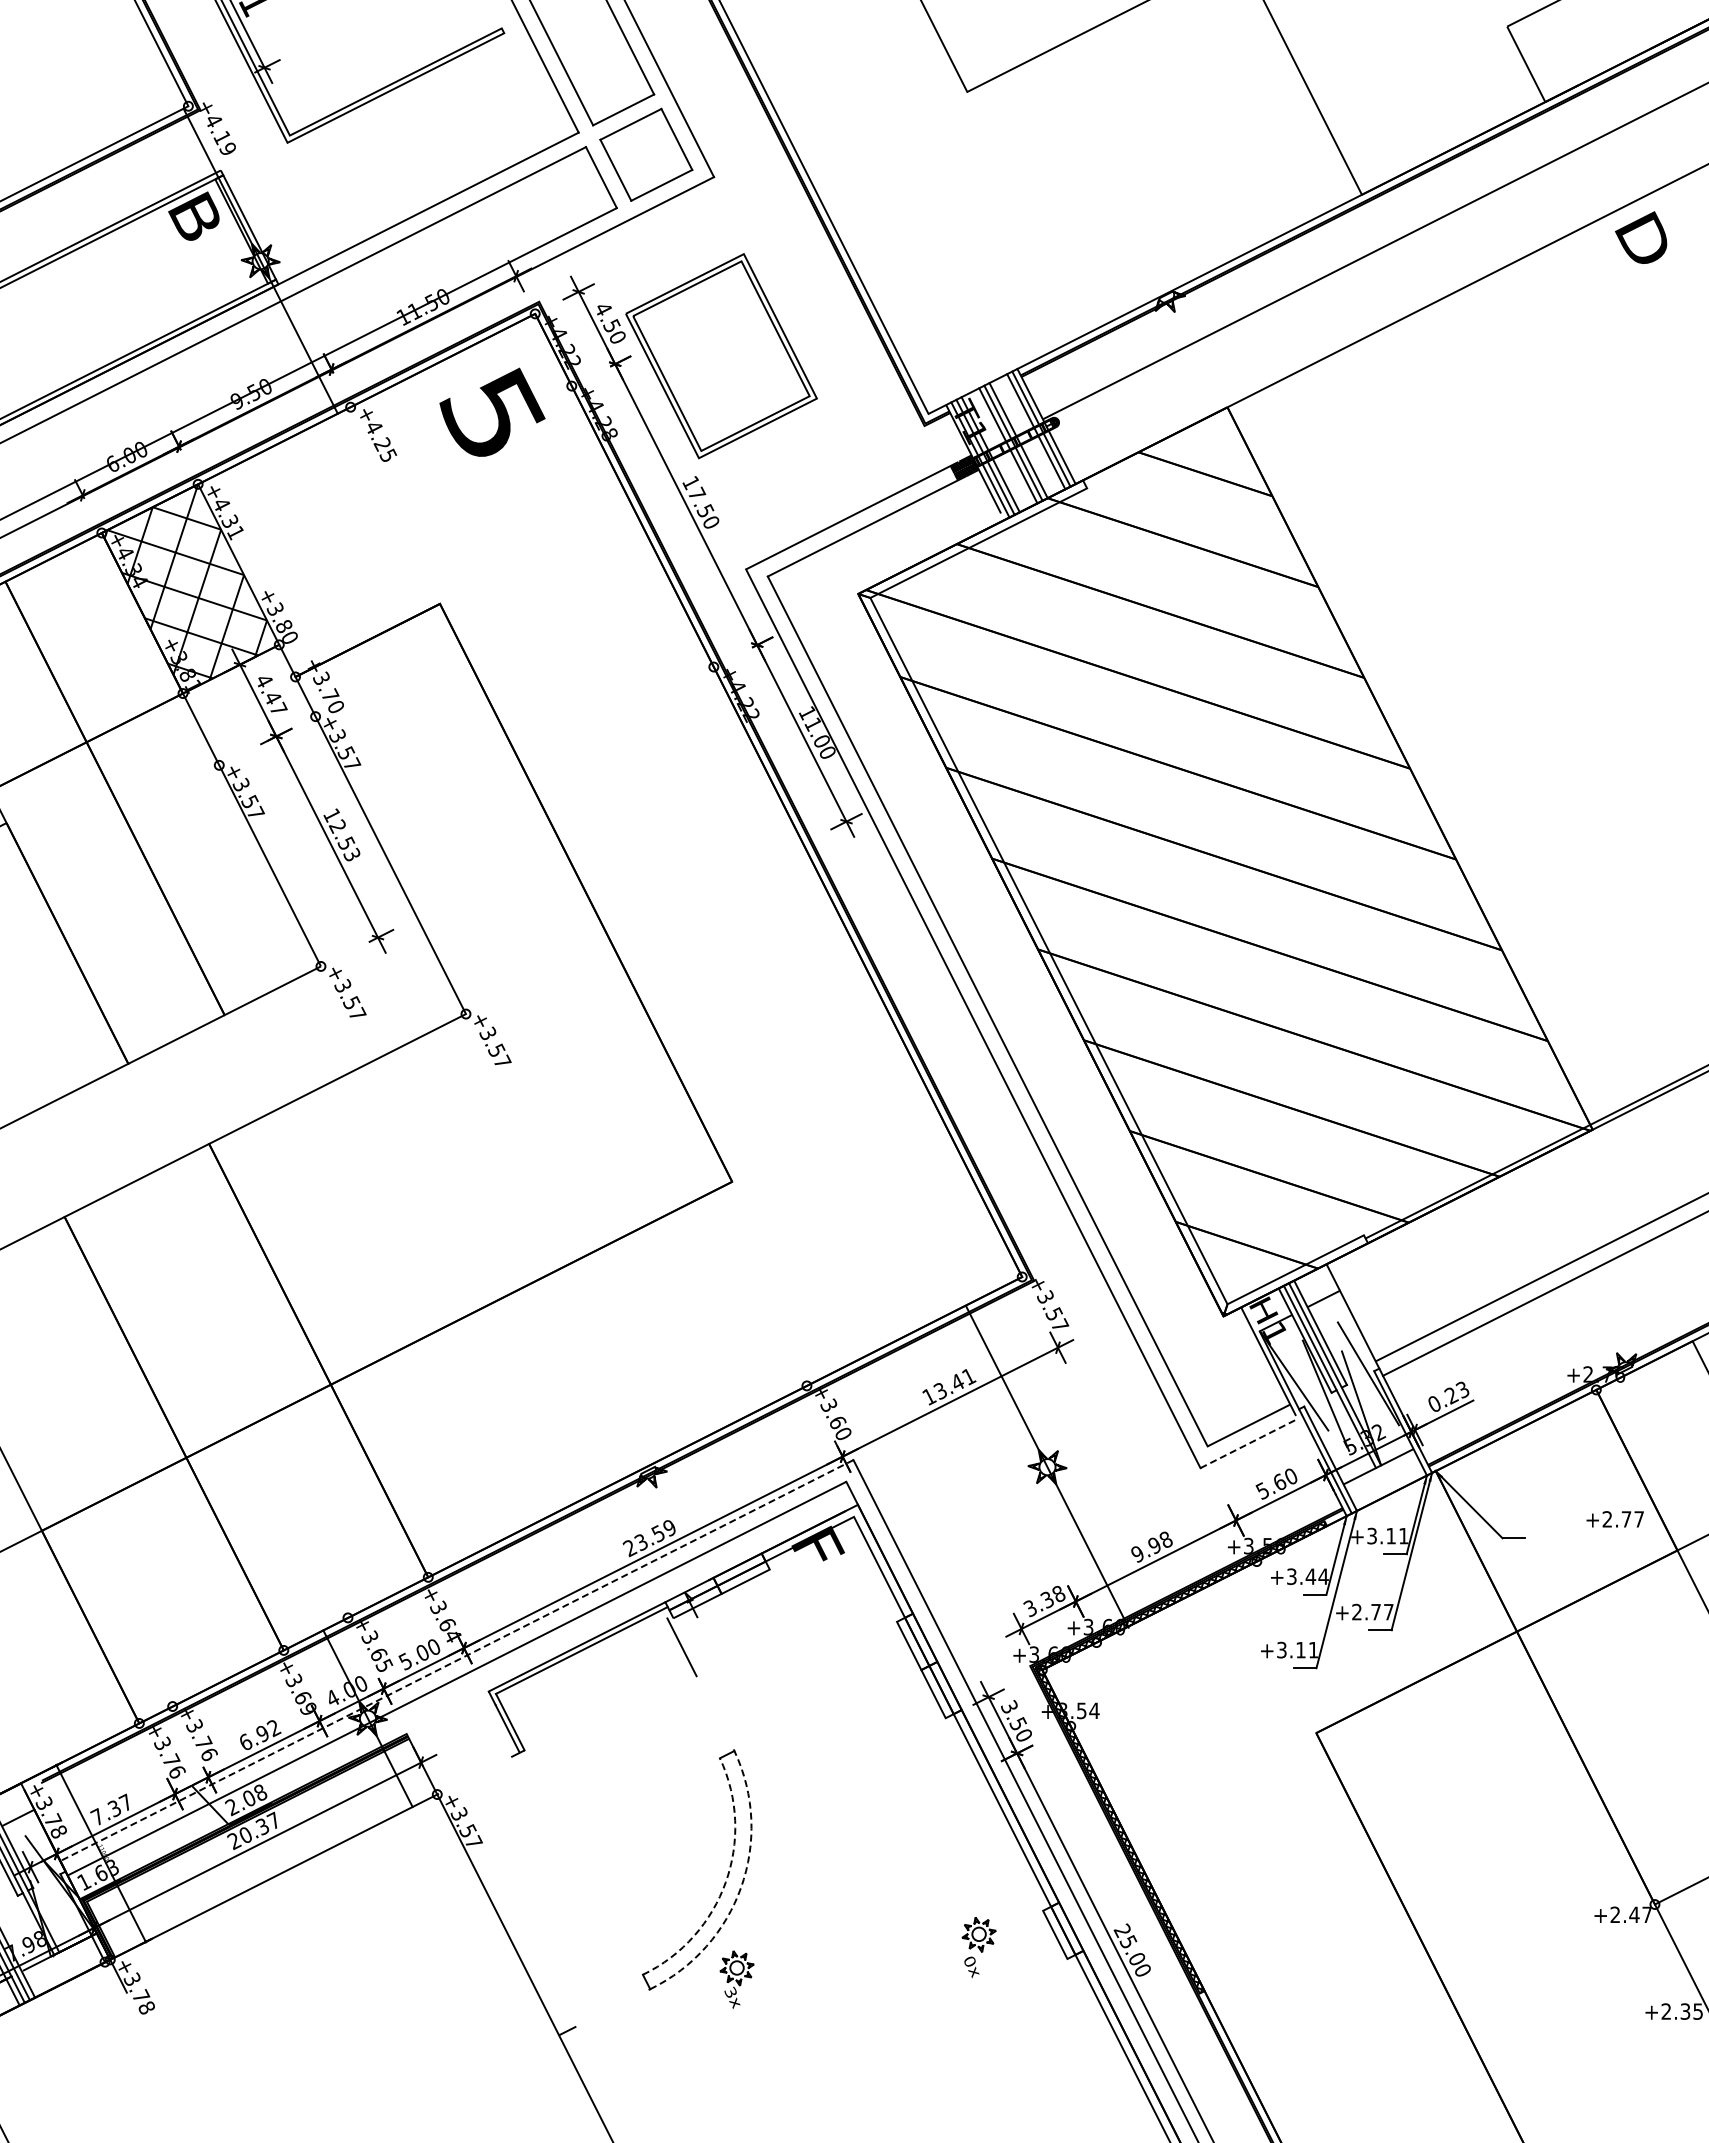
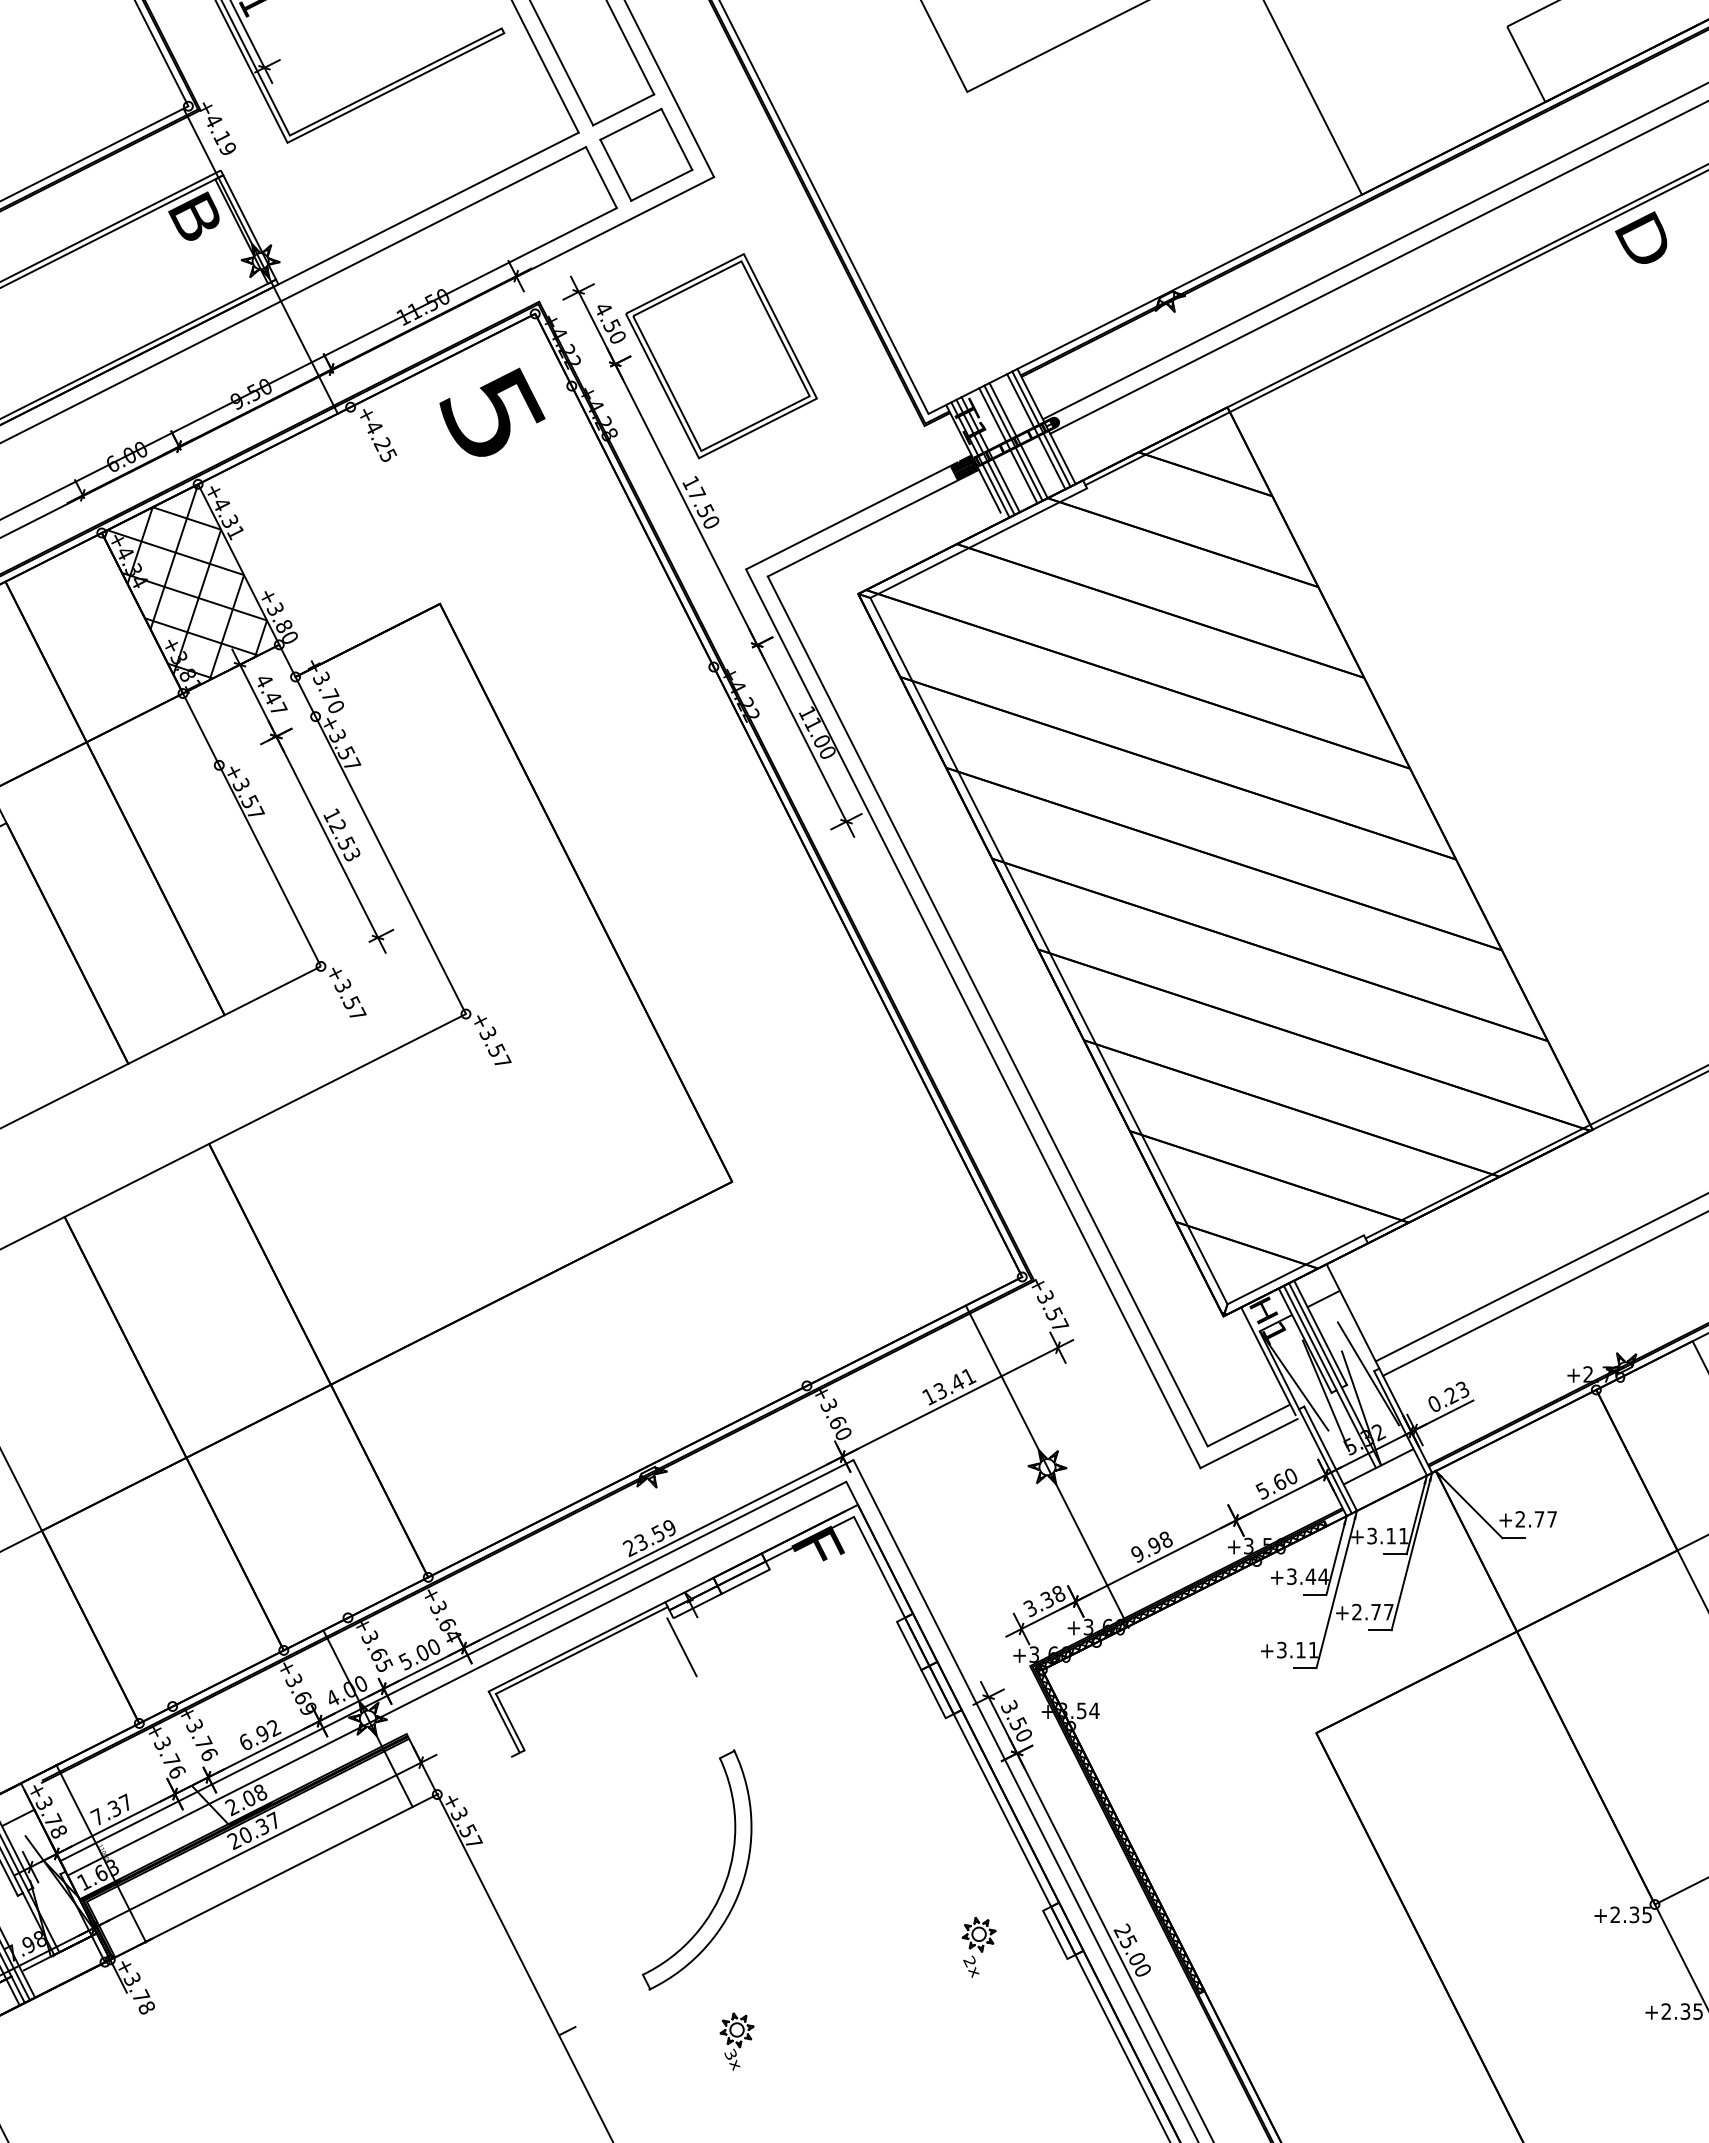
line at (1377, 267): none -> present
line at (1395, 328): none -> present
line at (1249, 1443): dashed -> solid
text at (1614, 1519) position: (1614, 1519) -> (1527, 1519)
line at (456, 1660): dashed -> solid
arc at (725, 1882): dashed -> solid
arc at (741, 1887): dashed -> solid
text at (1640, 1914): +2.47 -> +2.35
text at (968, 1961): 0x -> 2x
part at (736, 1979) position: (736, 1979) -> (736, 2041)
